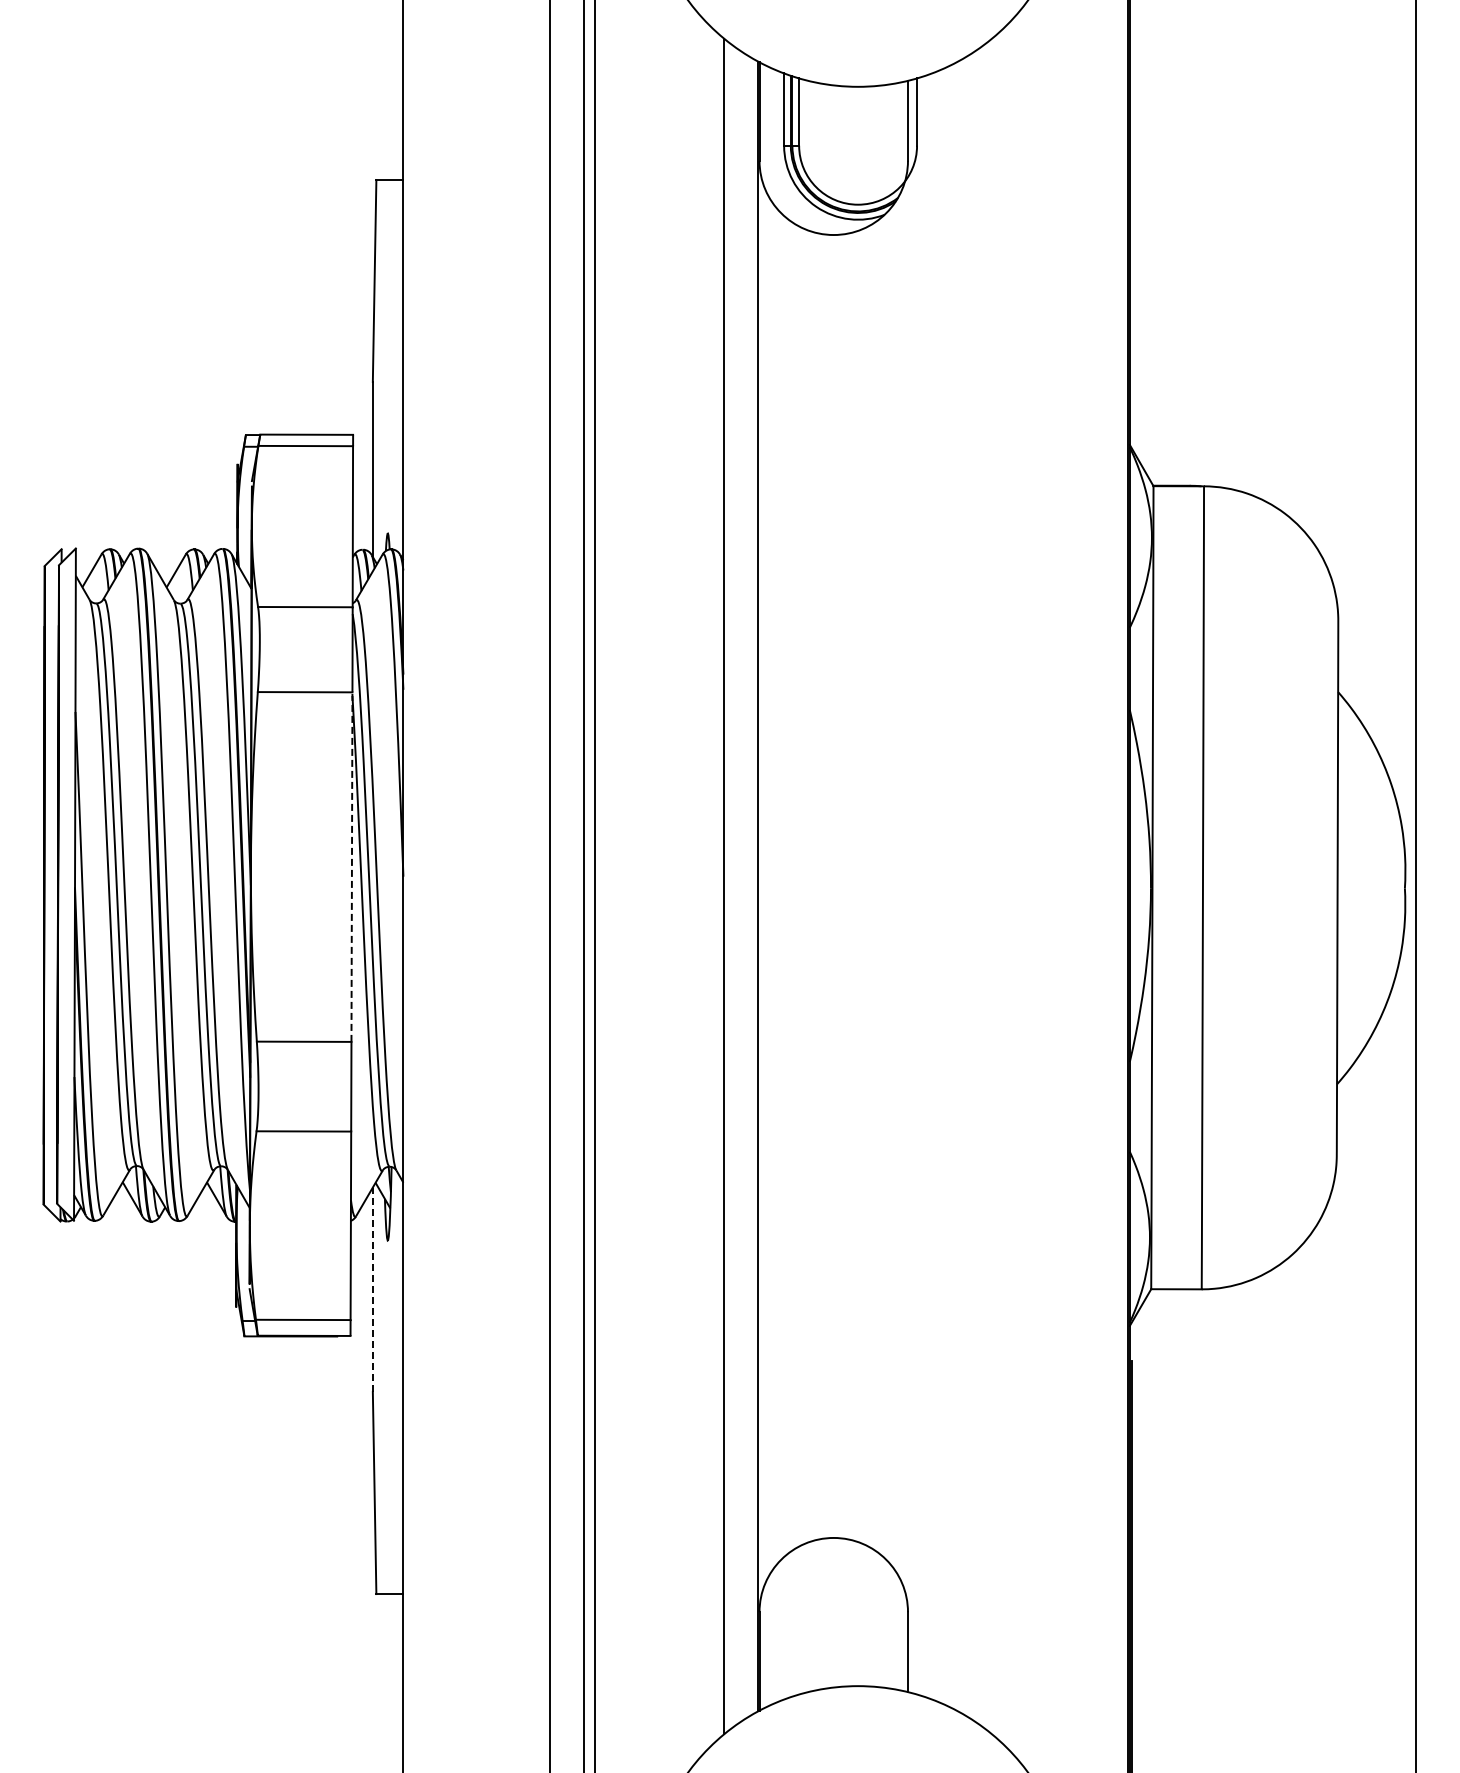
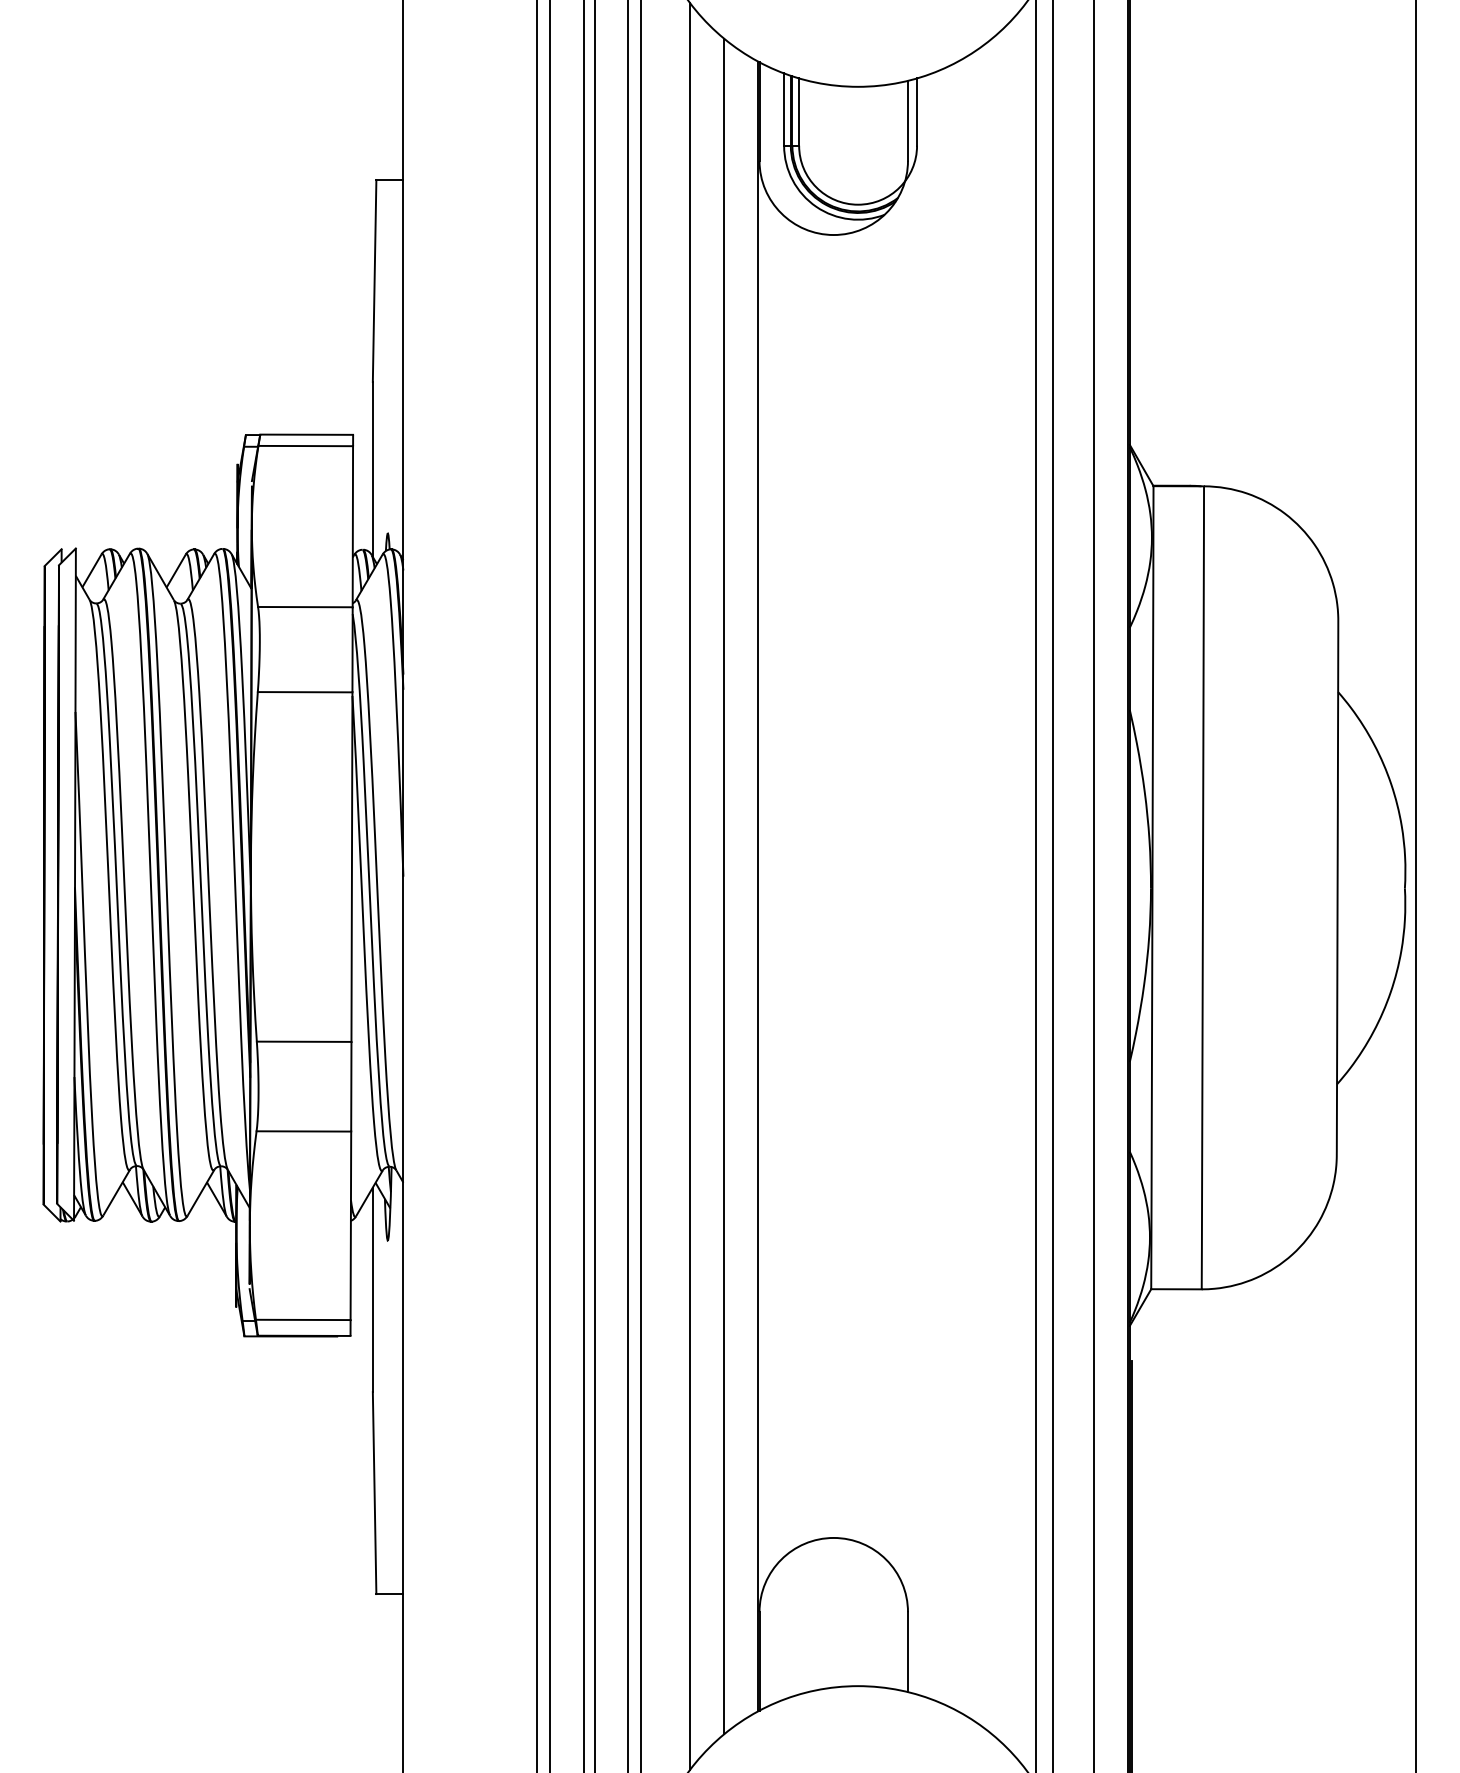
line at (351, 867): dashed -> solid
line at (537, 885): none -> present
line at (627, 885): none -> present
line at (640, 885): none -> present
line at (689, 885): none -> present
line at (1036, 885): none -> present
line at (1053, 885): none -> present
line at (1094, 885): none -> present
line at (372, 1289): dashed -> solid
